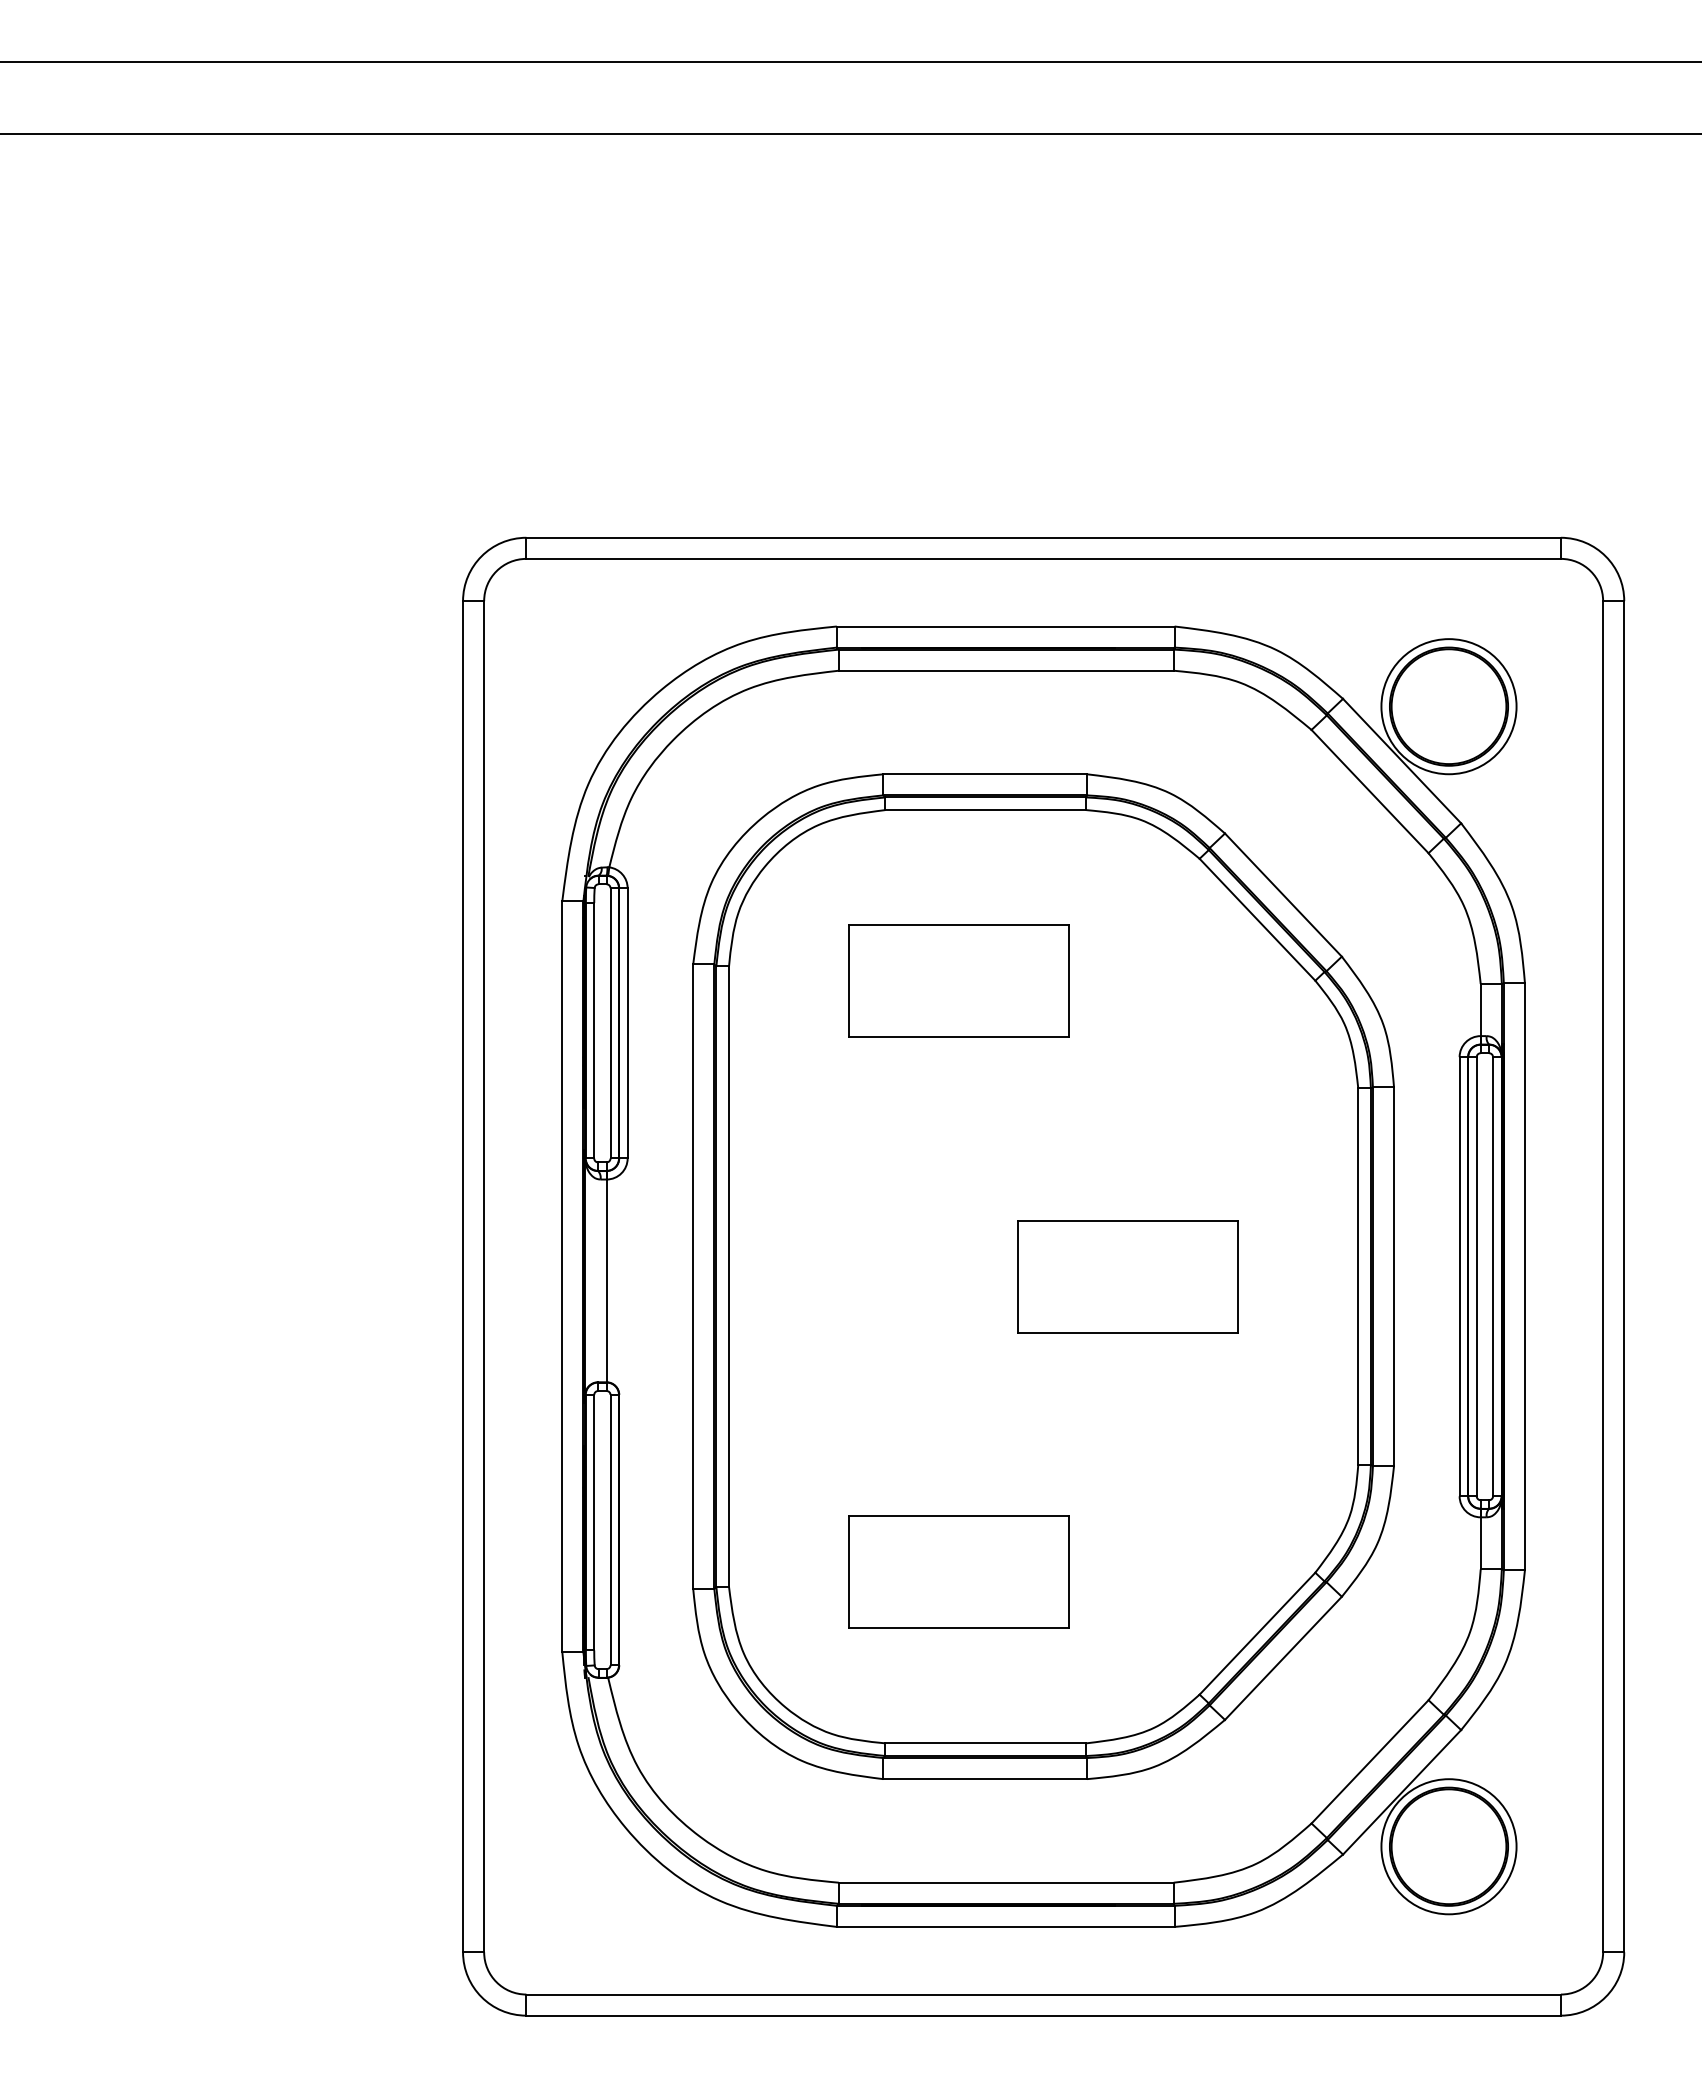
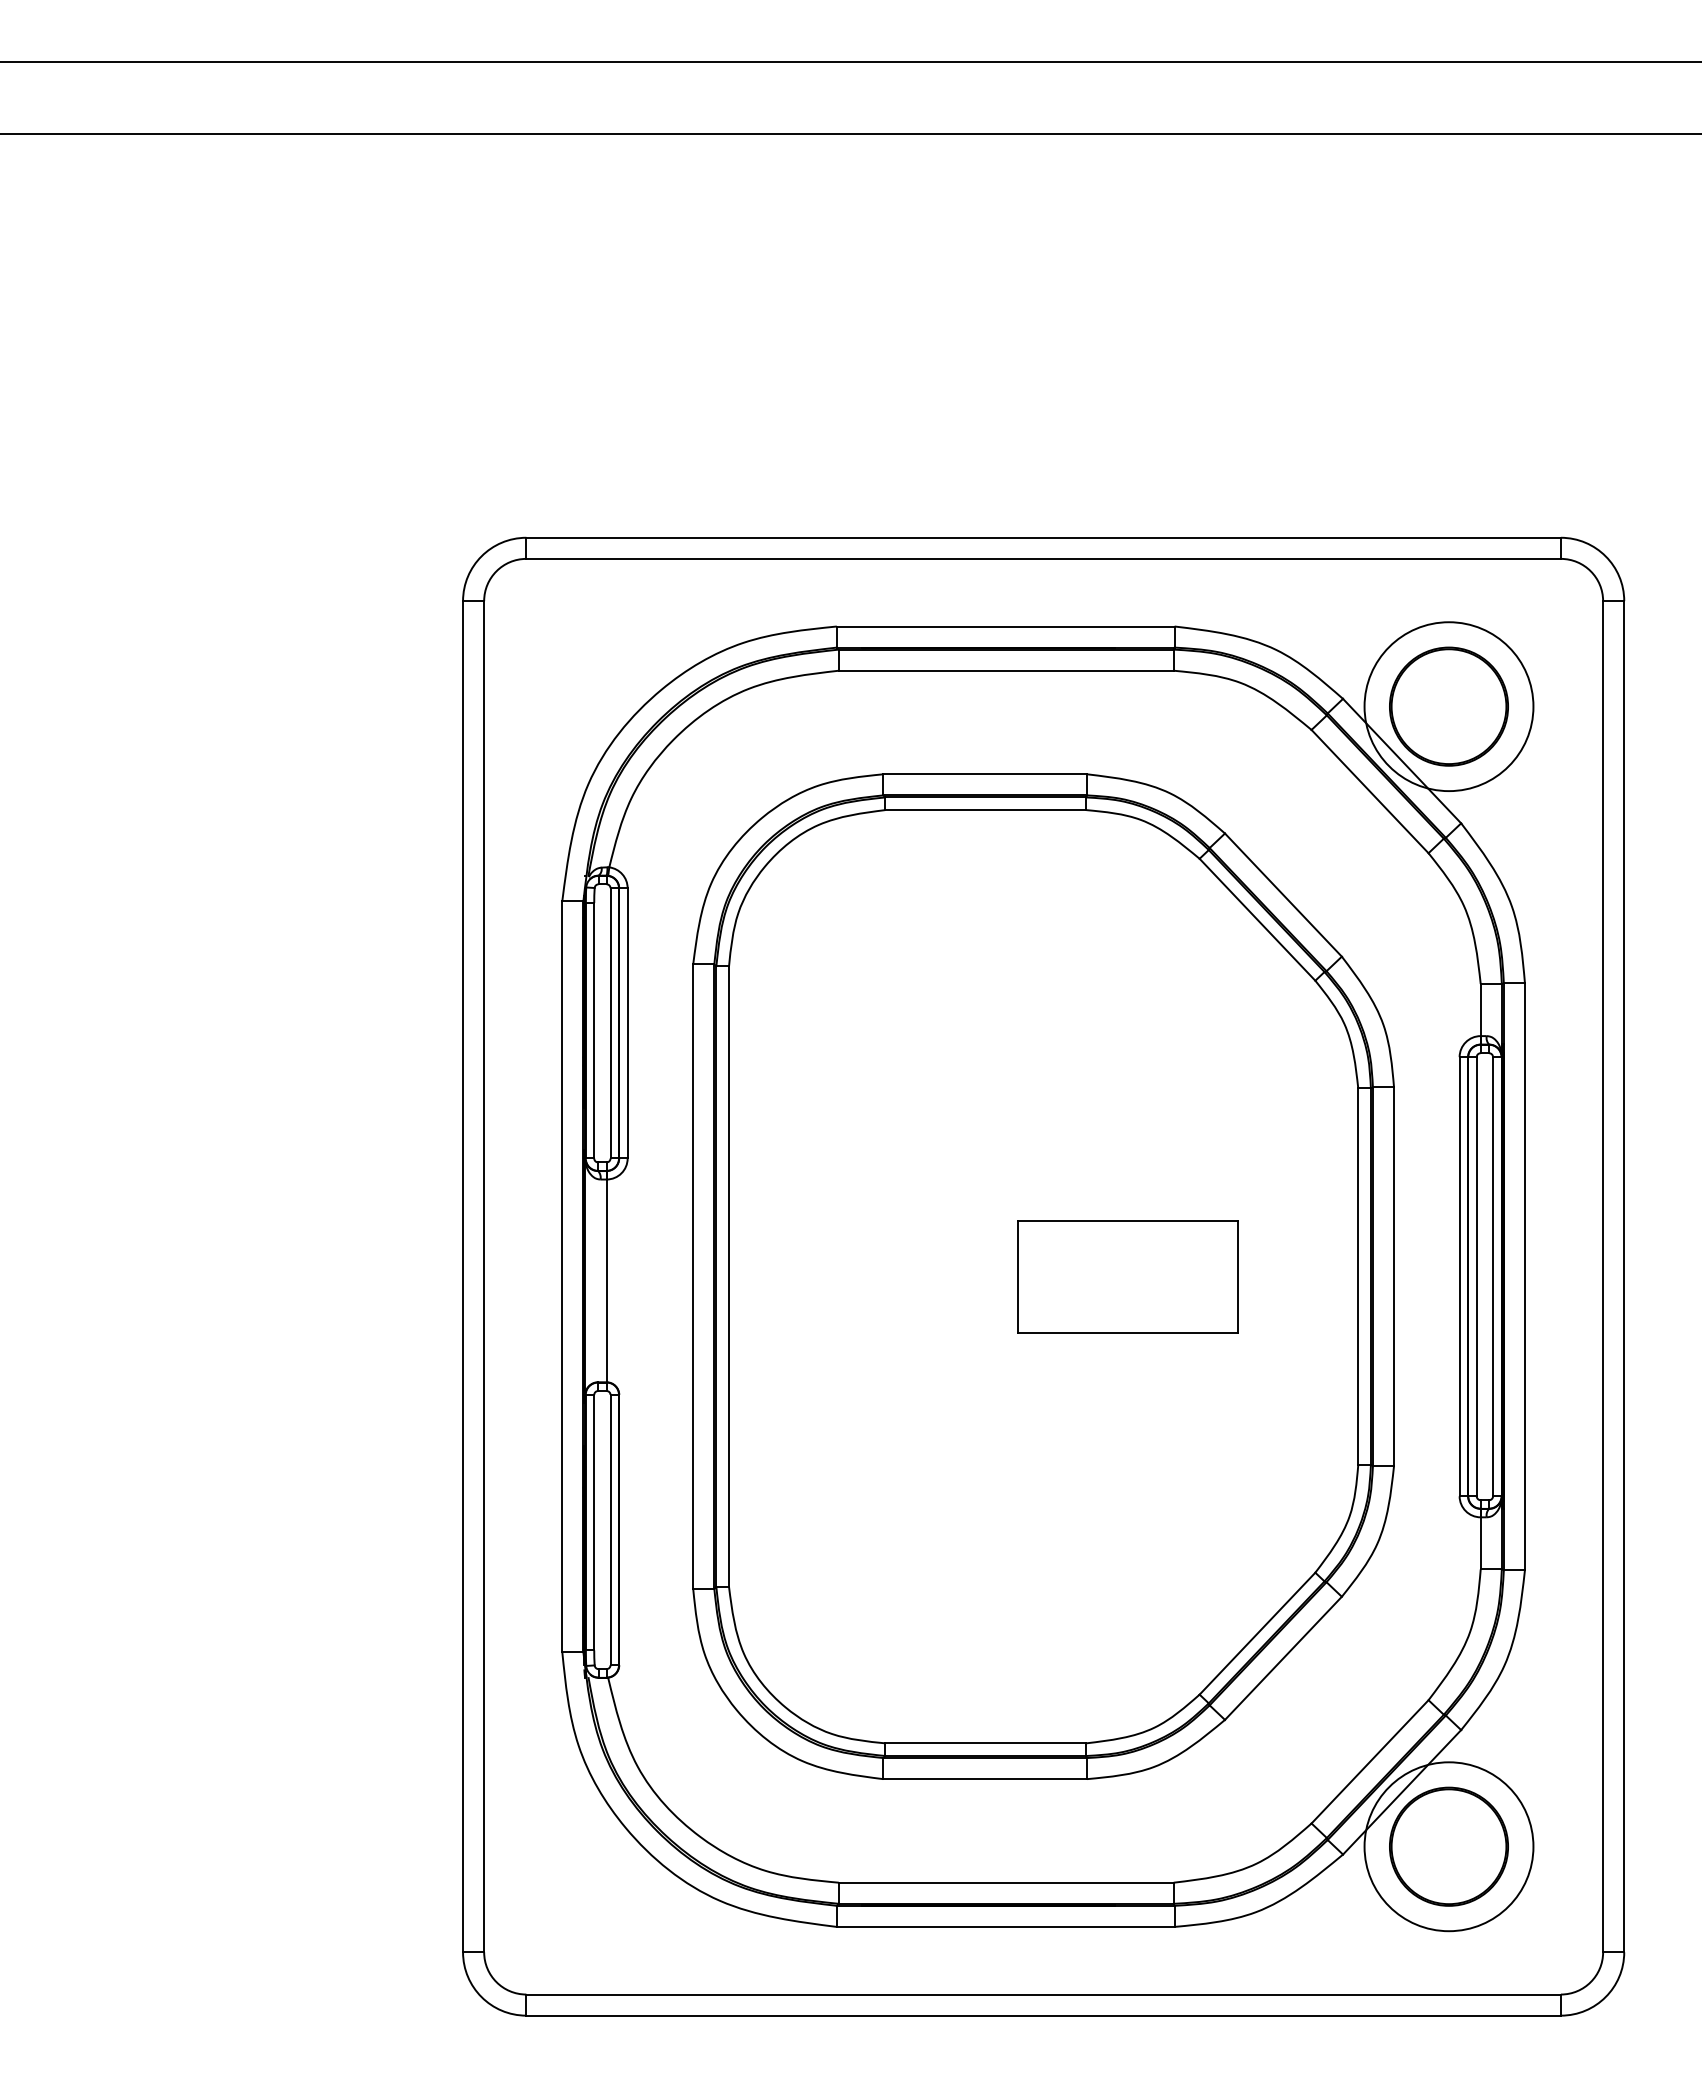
circle at (1448, 706) diameter: 135 px -> 169 px
part at (958, 980): present -> none
part at (958, 1571): present -> none
circle at (1448, 1846) diameter: 135 px -> 169 px
